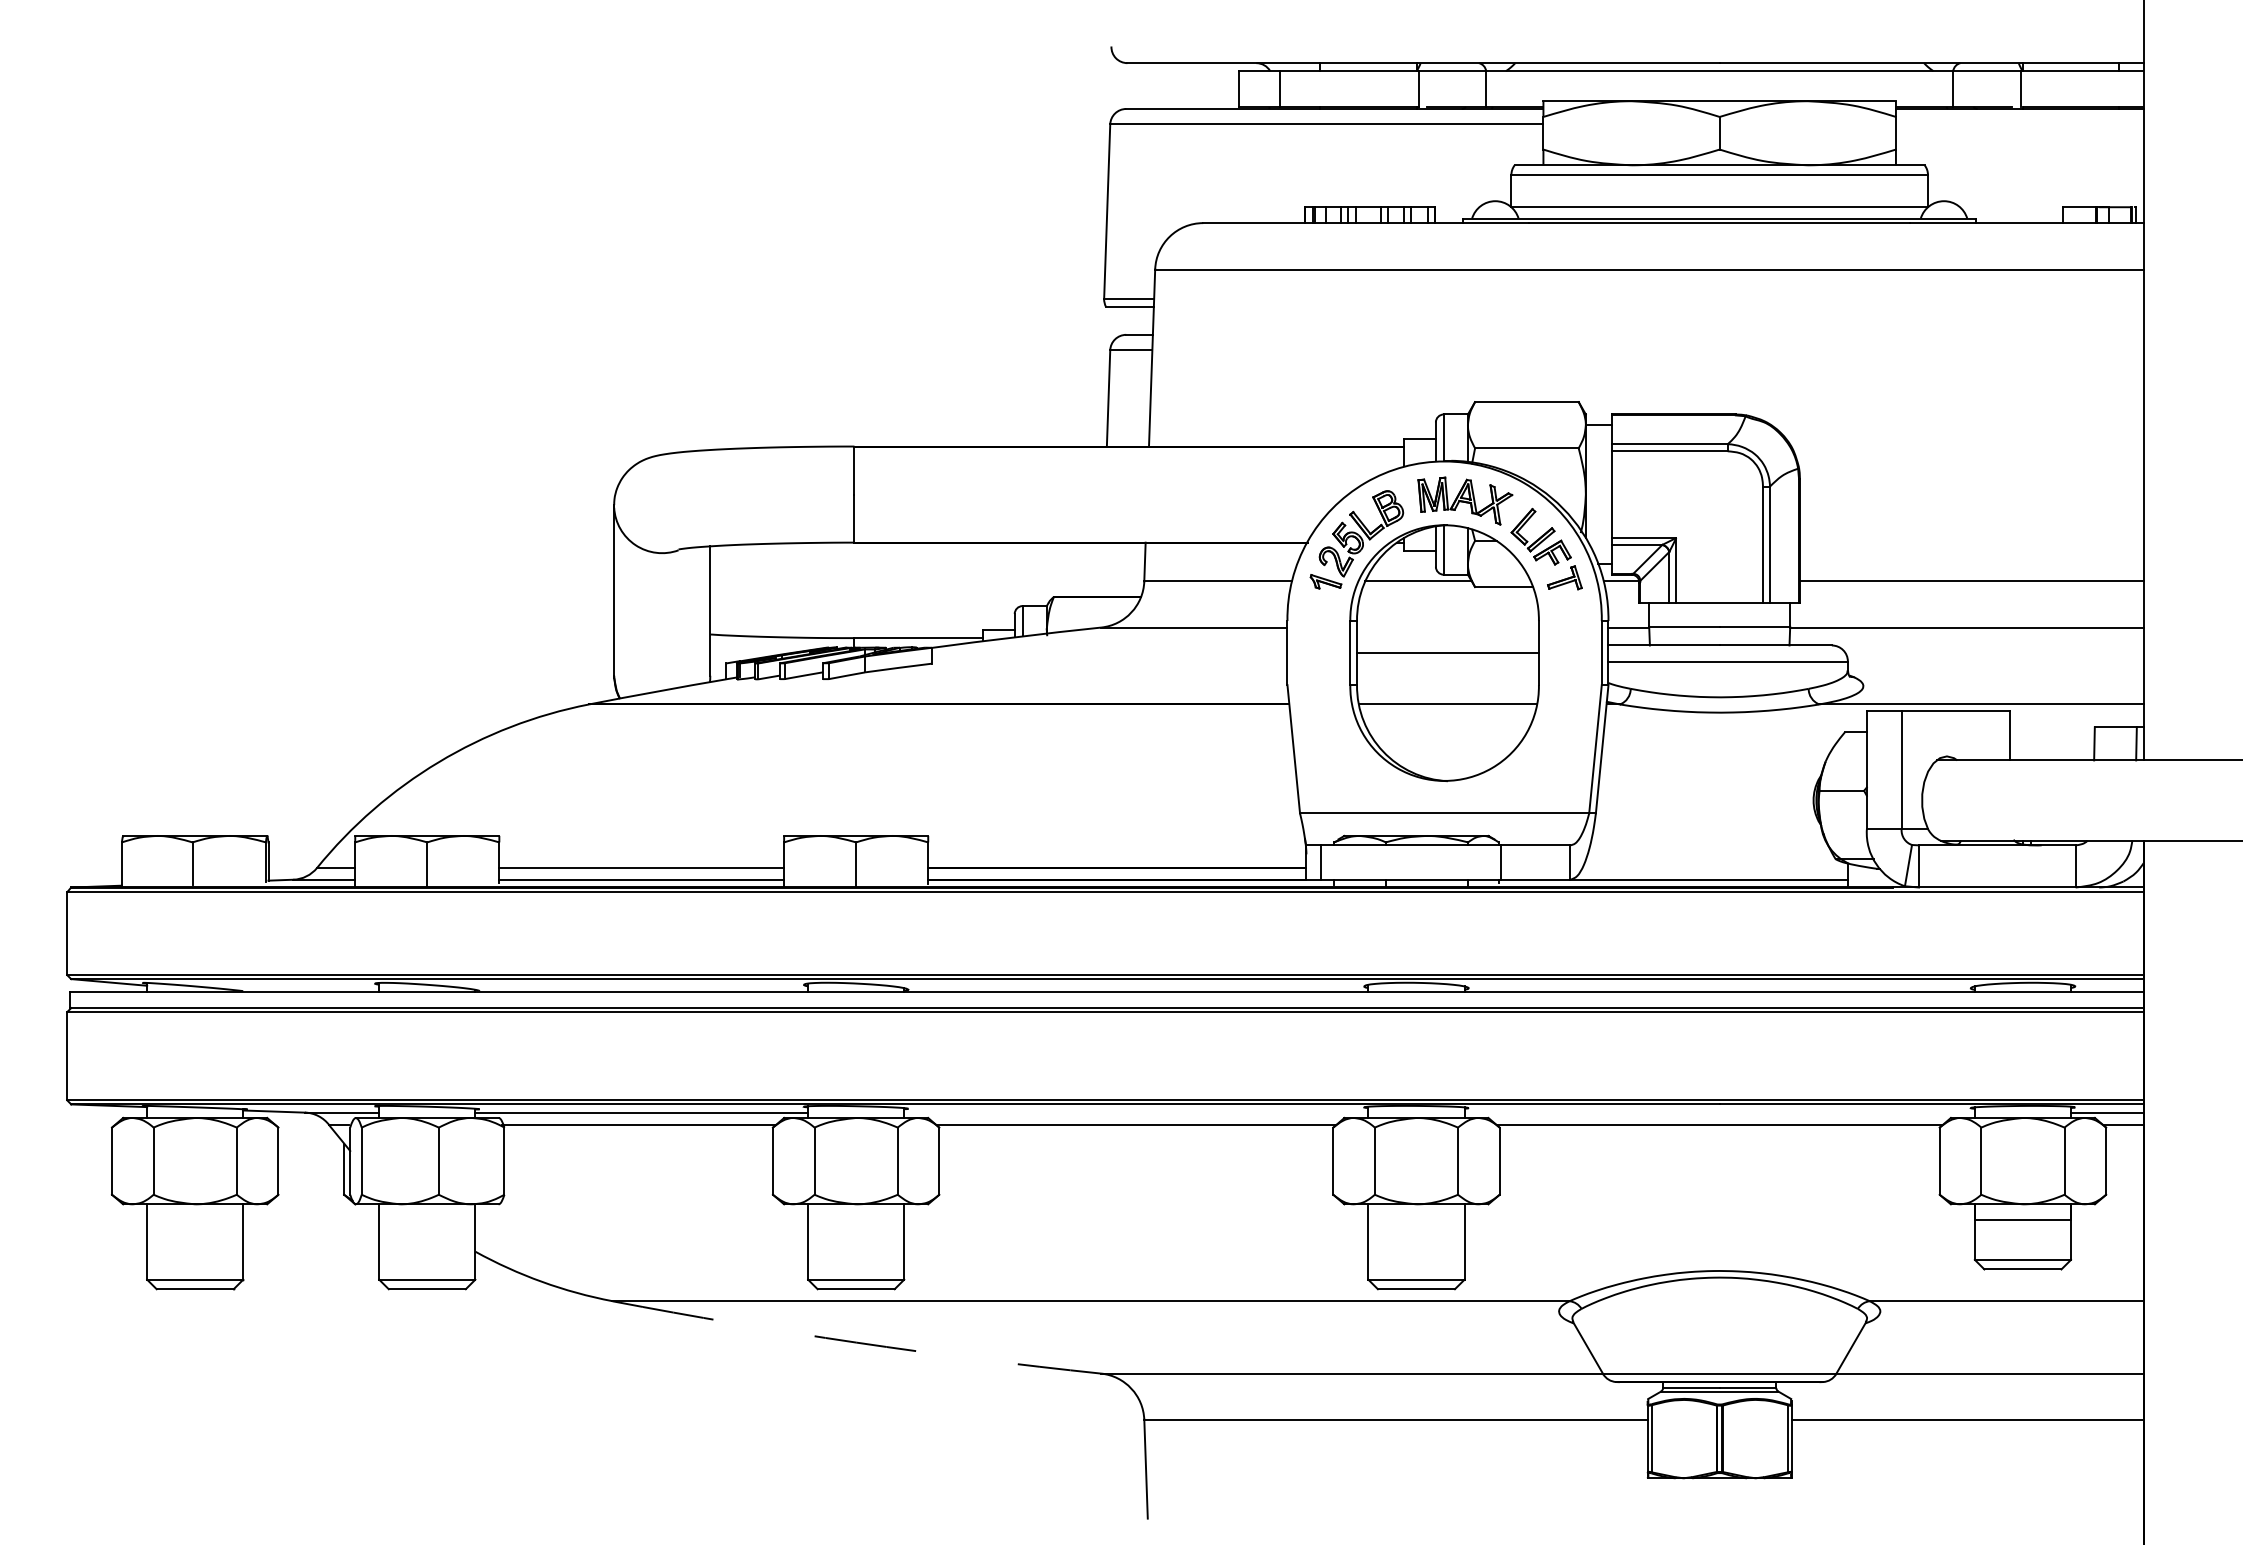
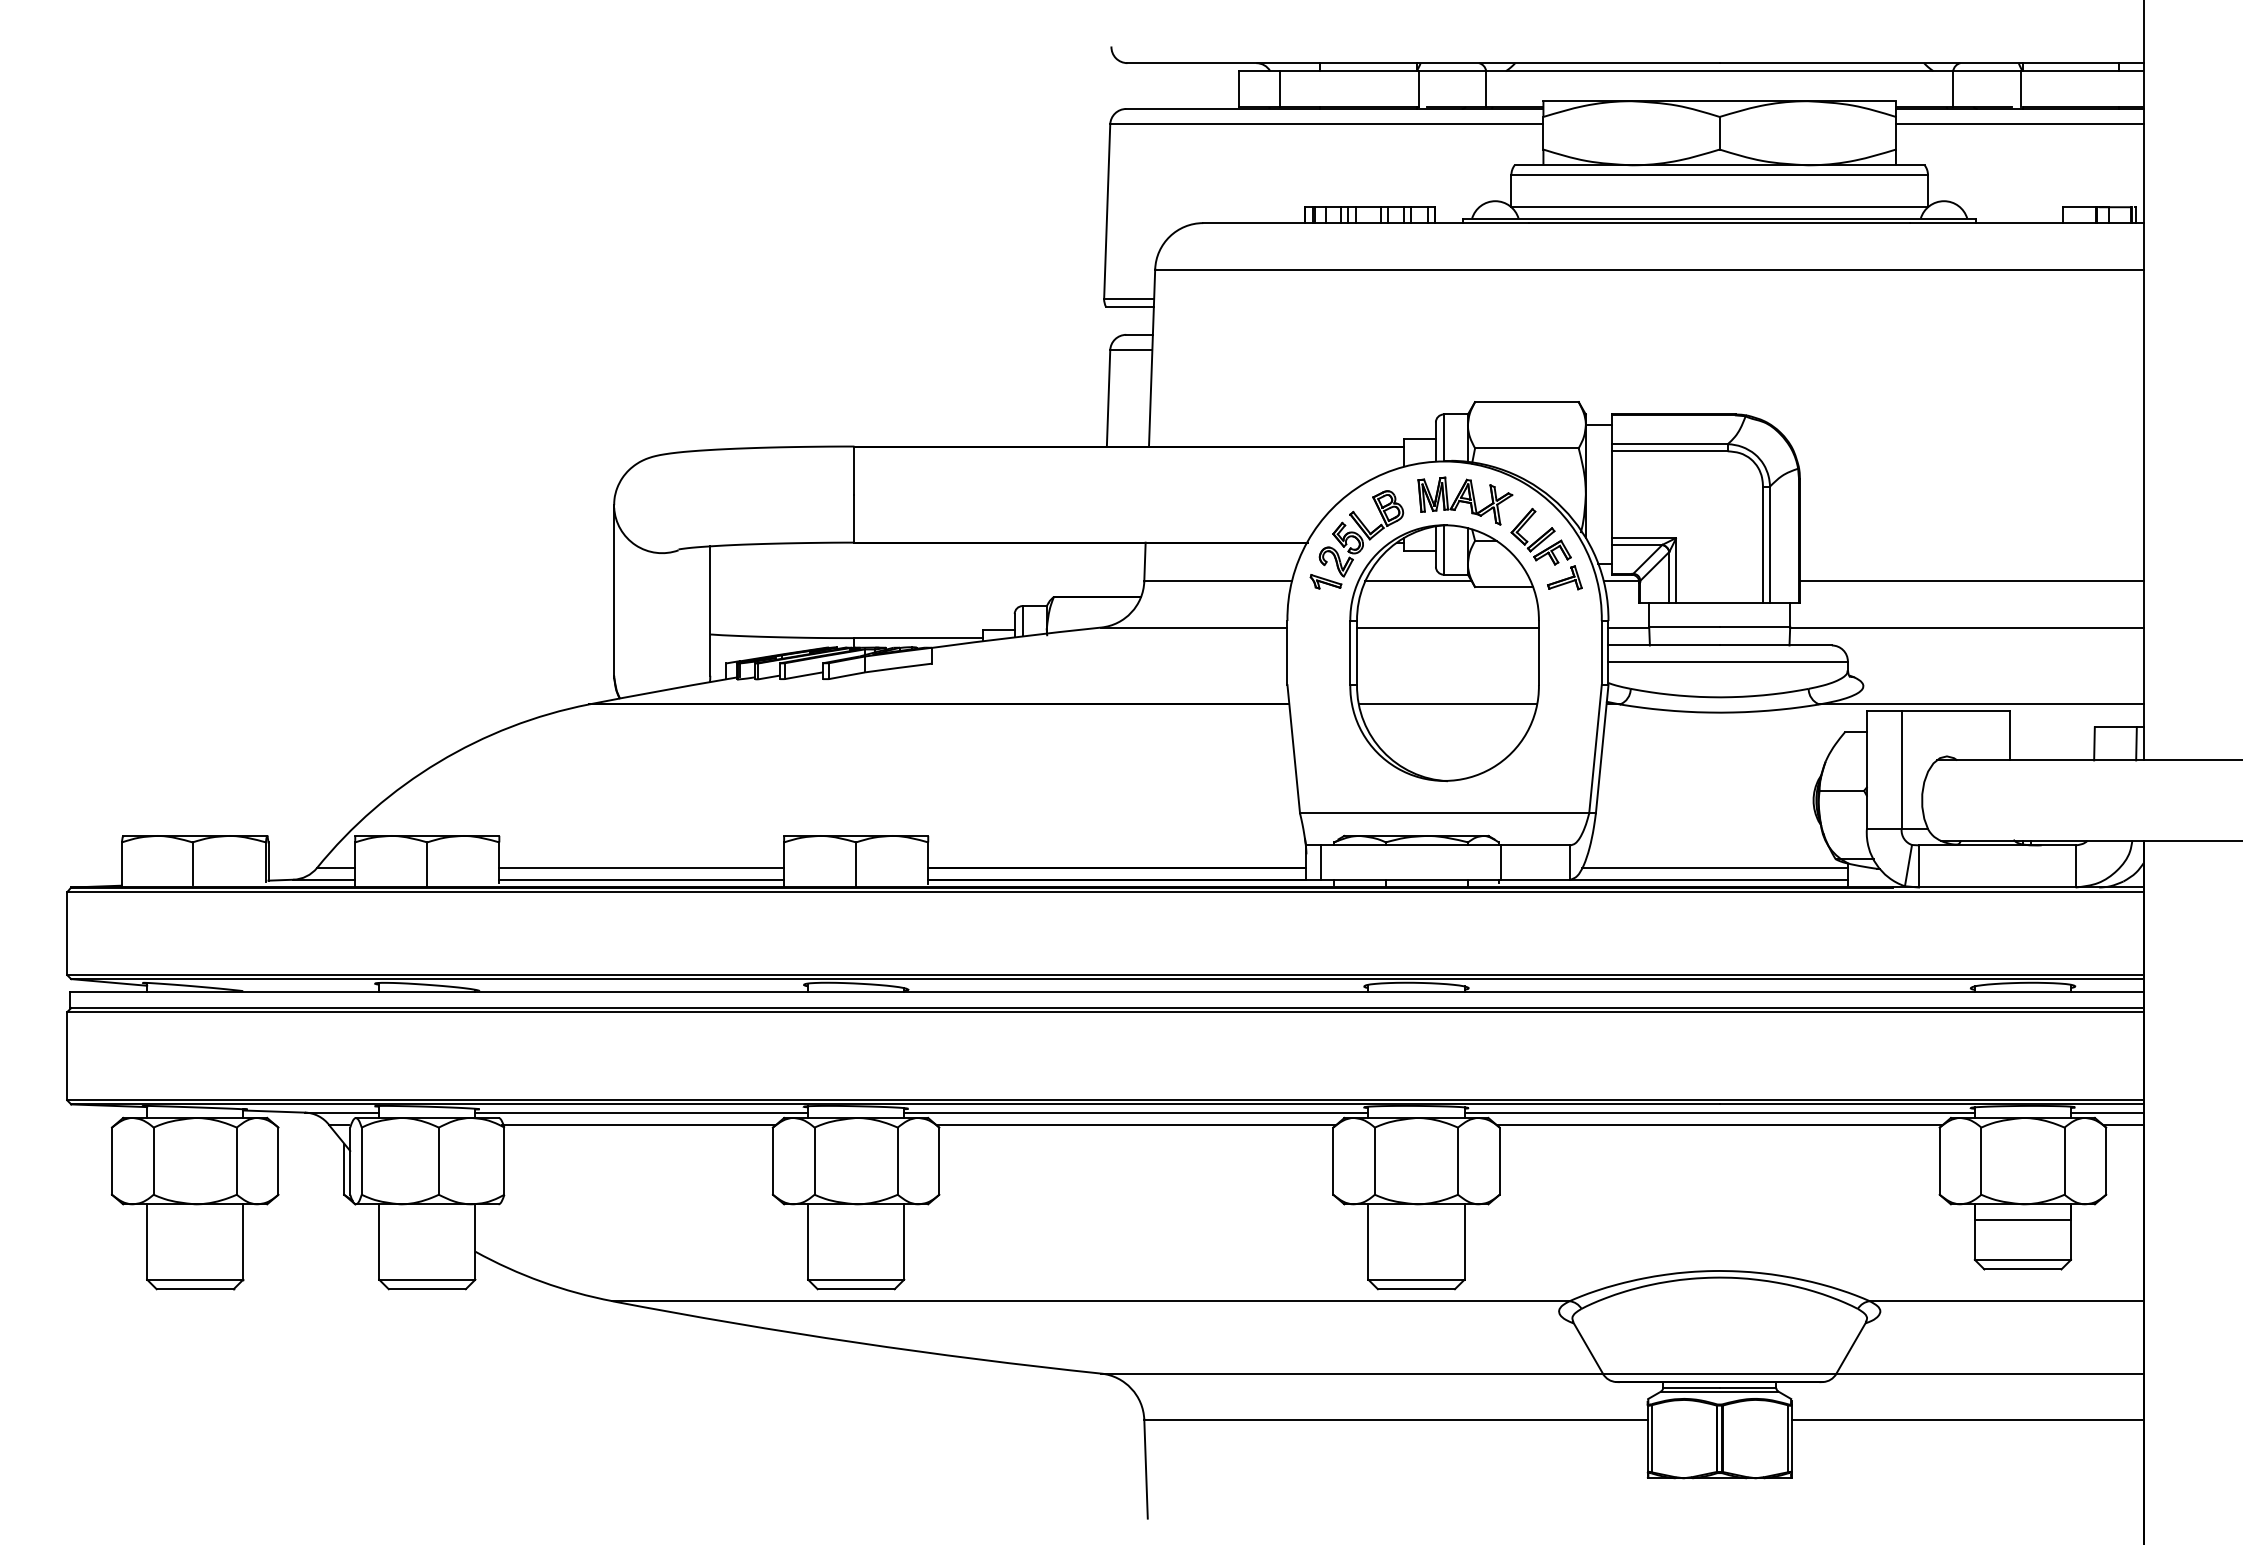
line at (2019, 124): none -> present
line at (1447, 652) position: (1447, 652) -> (1447, 627)
line at (1715, 867): none -> present
line at (1136, 1112): none -> present
line at (1719, 1112): none -> present
arc at (856, 1342): dashed -> solid
